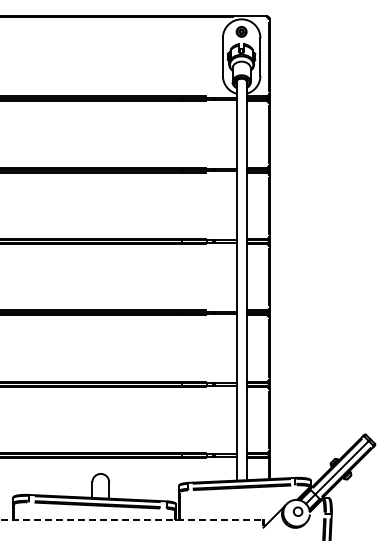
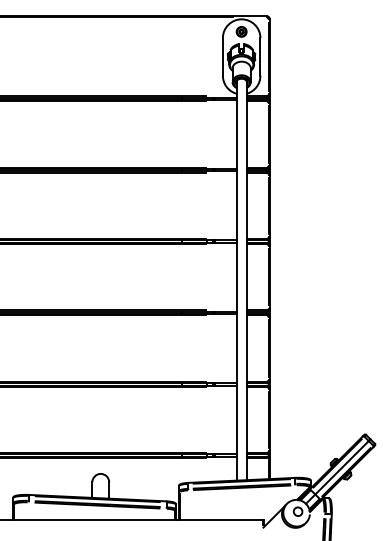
line at (131, 519): dashed -> solid
